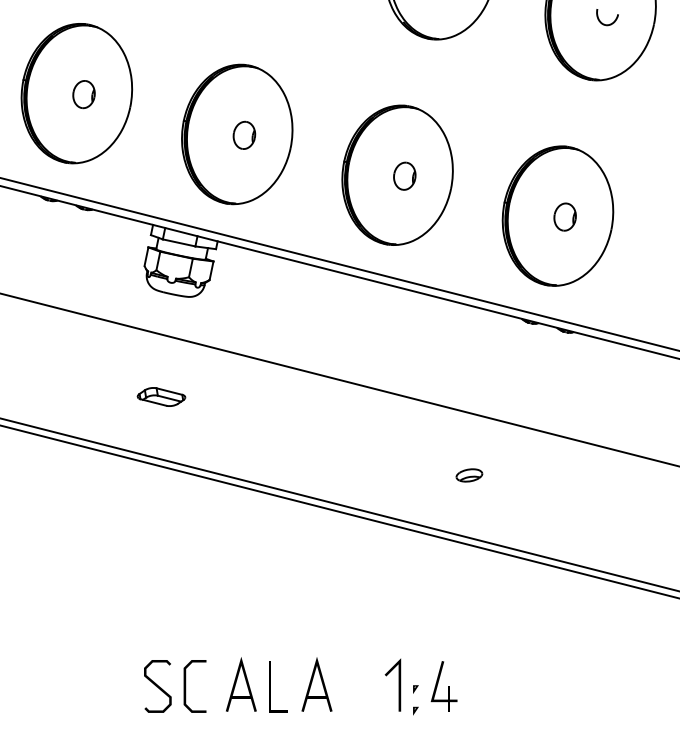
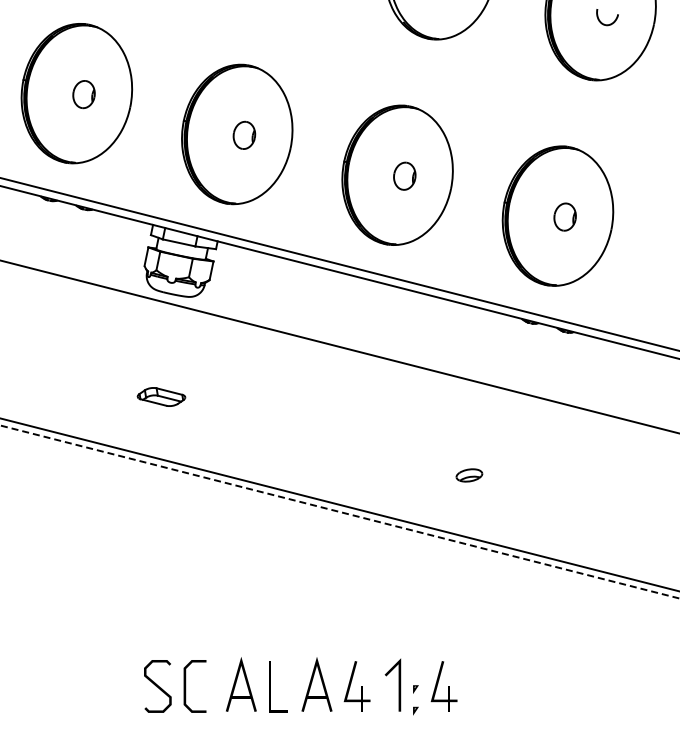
line at (339, 379) position: (339, 379) -> (339, 346)
line at (340, 512): solid -> dashed
part at (356, 686): none -> present
